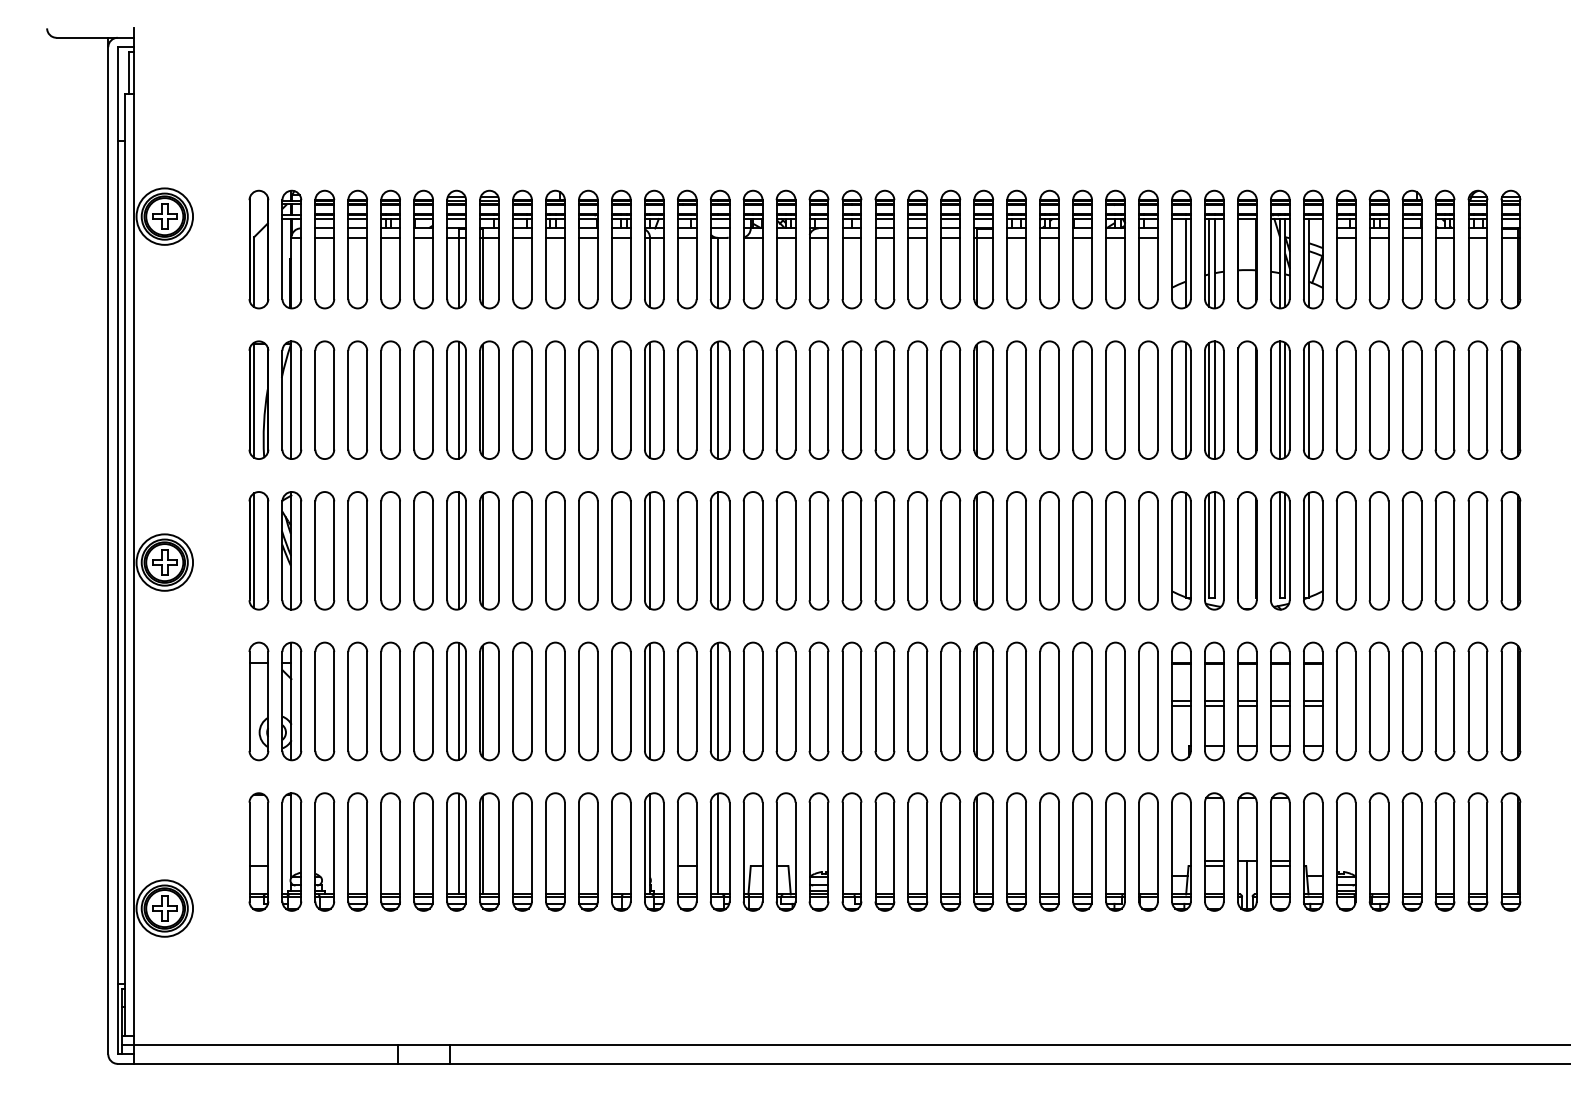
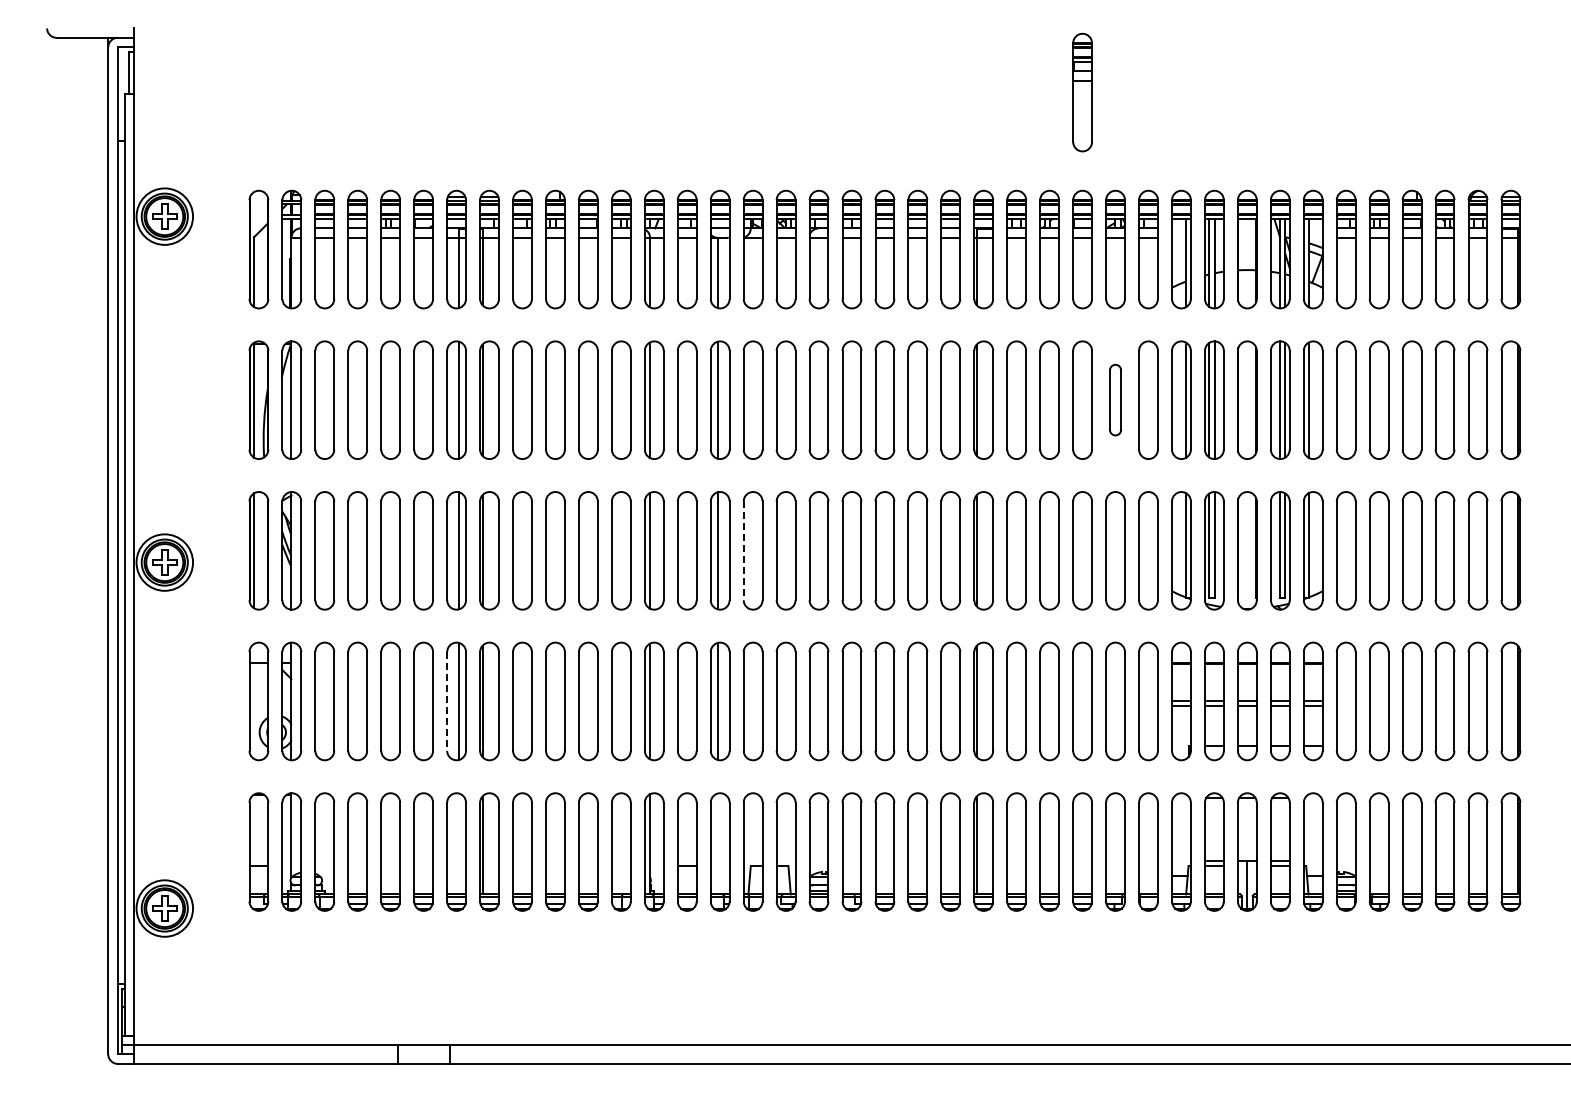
part at (1082, 92): none -> present
part at (1115, 399) size: 21x120 px -> 13x73 px
line at (743, 551): solid -> dashed
line at (447, 701): solid -> dashed
line at (458, 843): present -> none
line at (717, 843): present -> none
